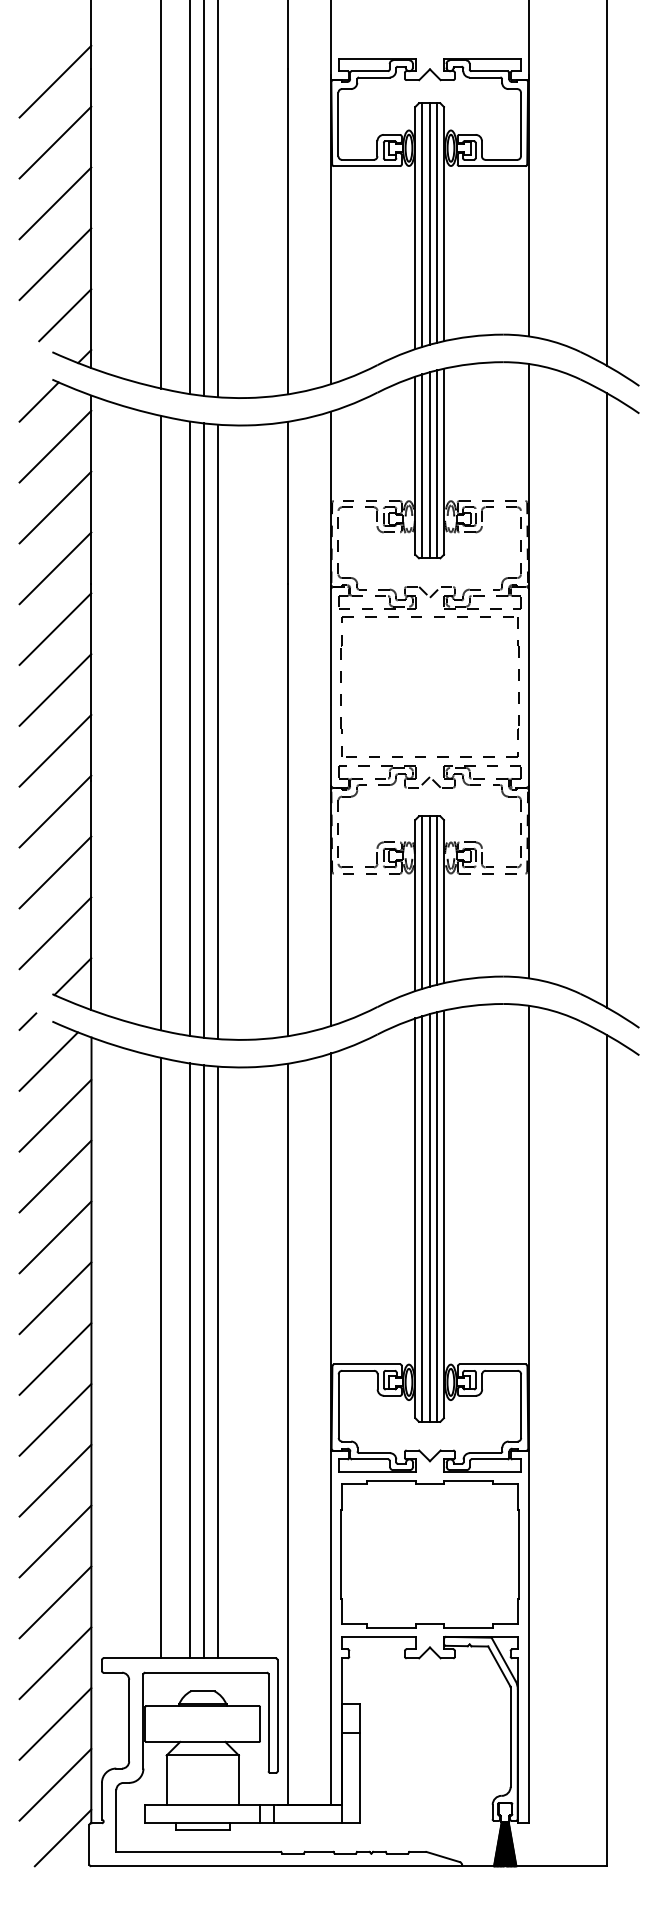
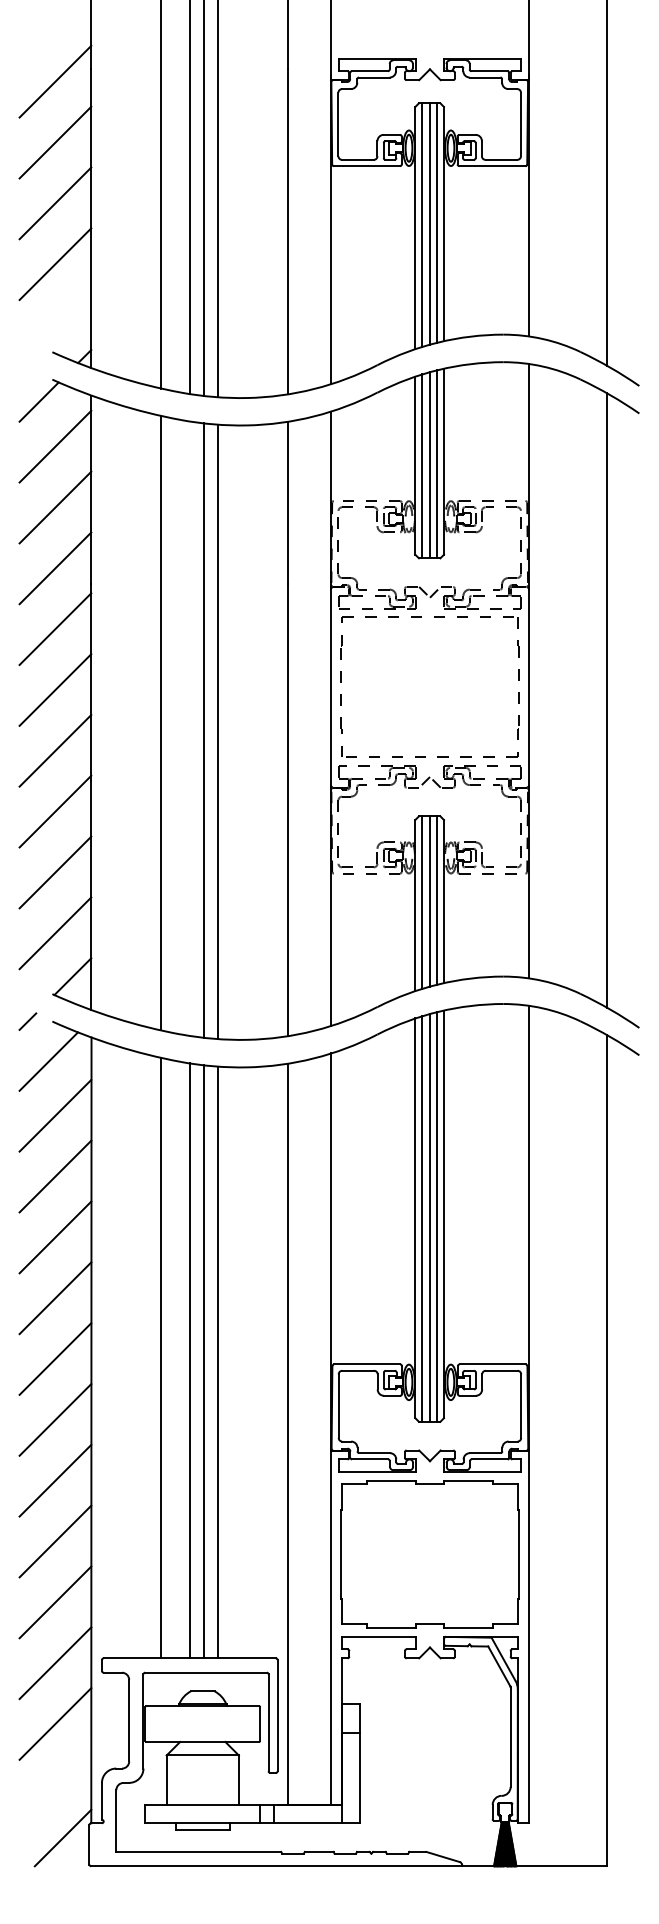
line at (65, 315): present -> none
line at (189, 728): present -> none
line at (55, 1784): present -> none
